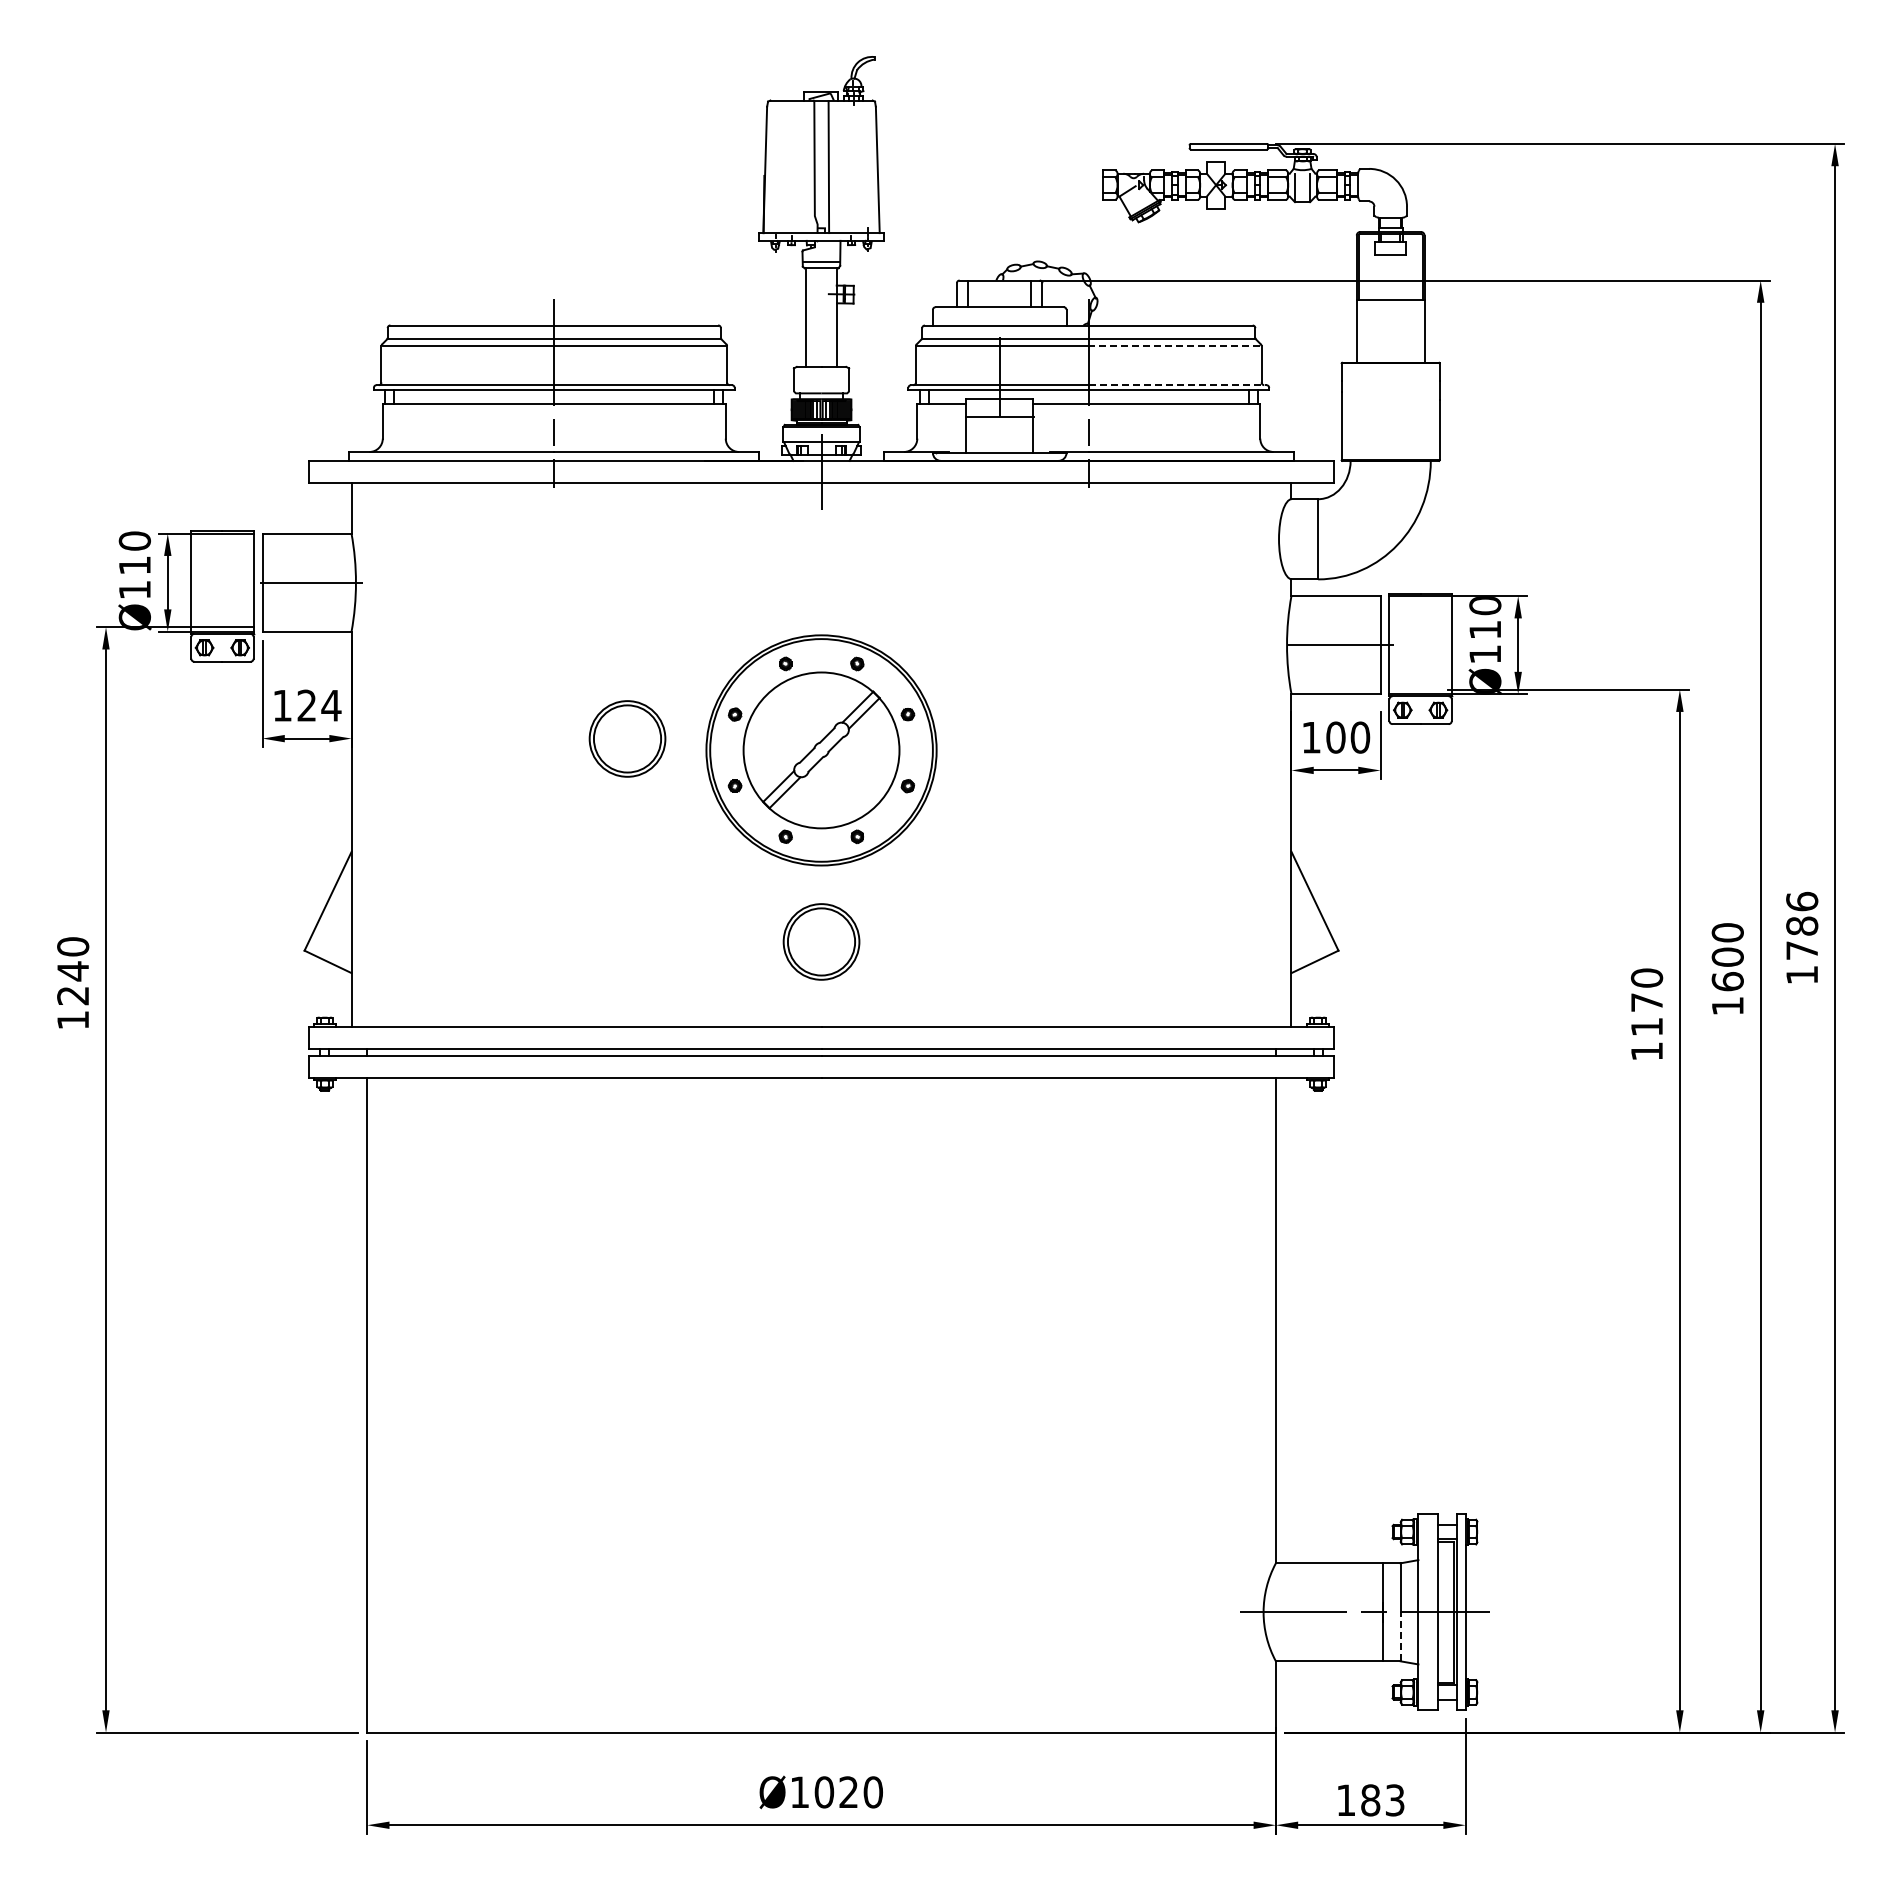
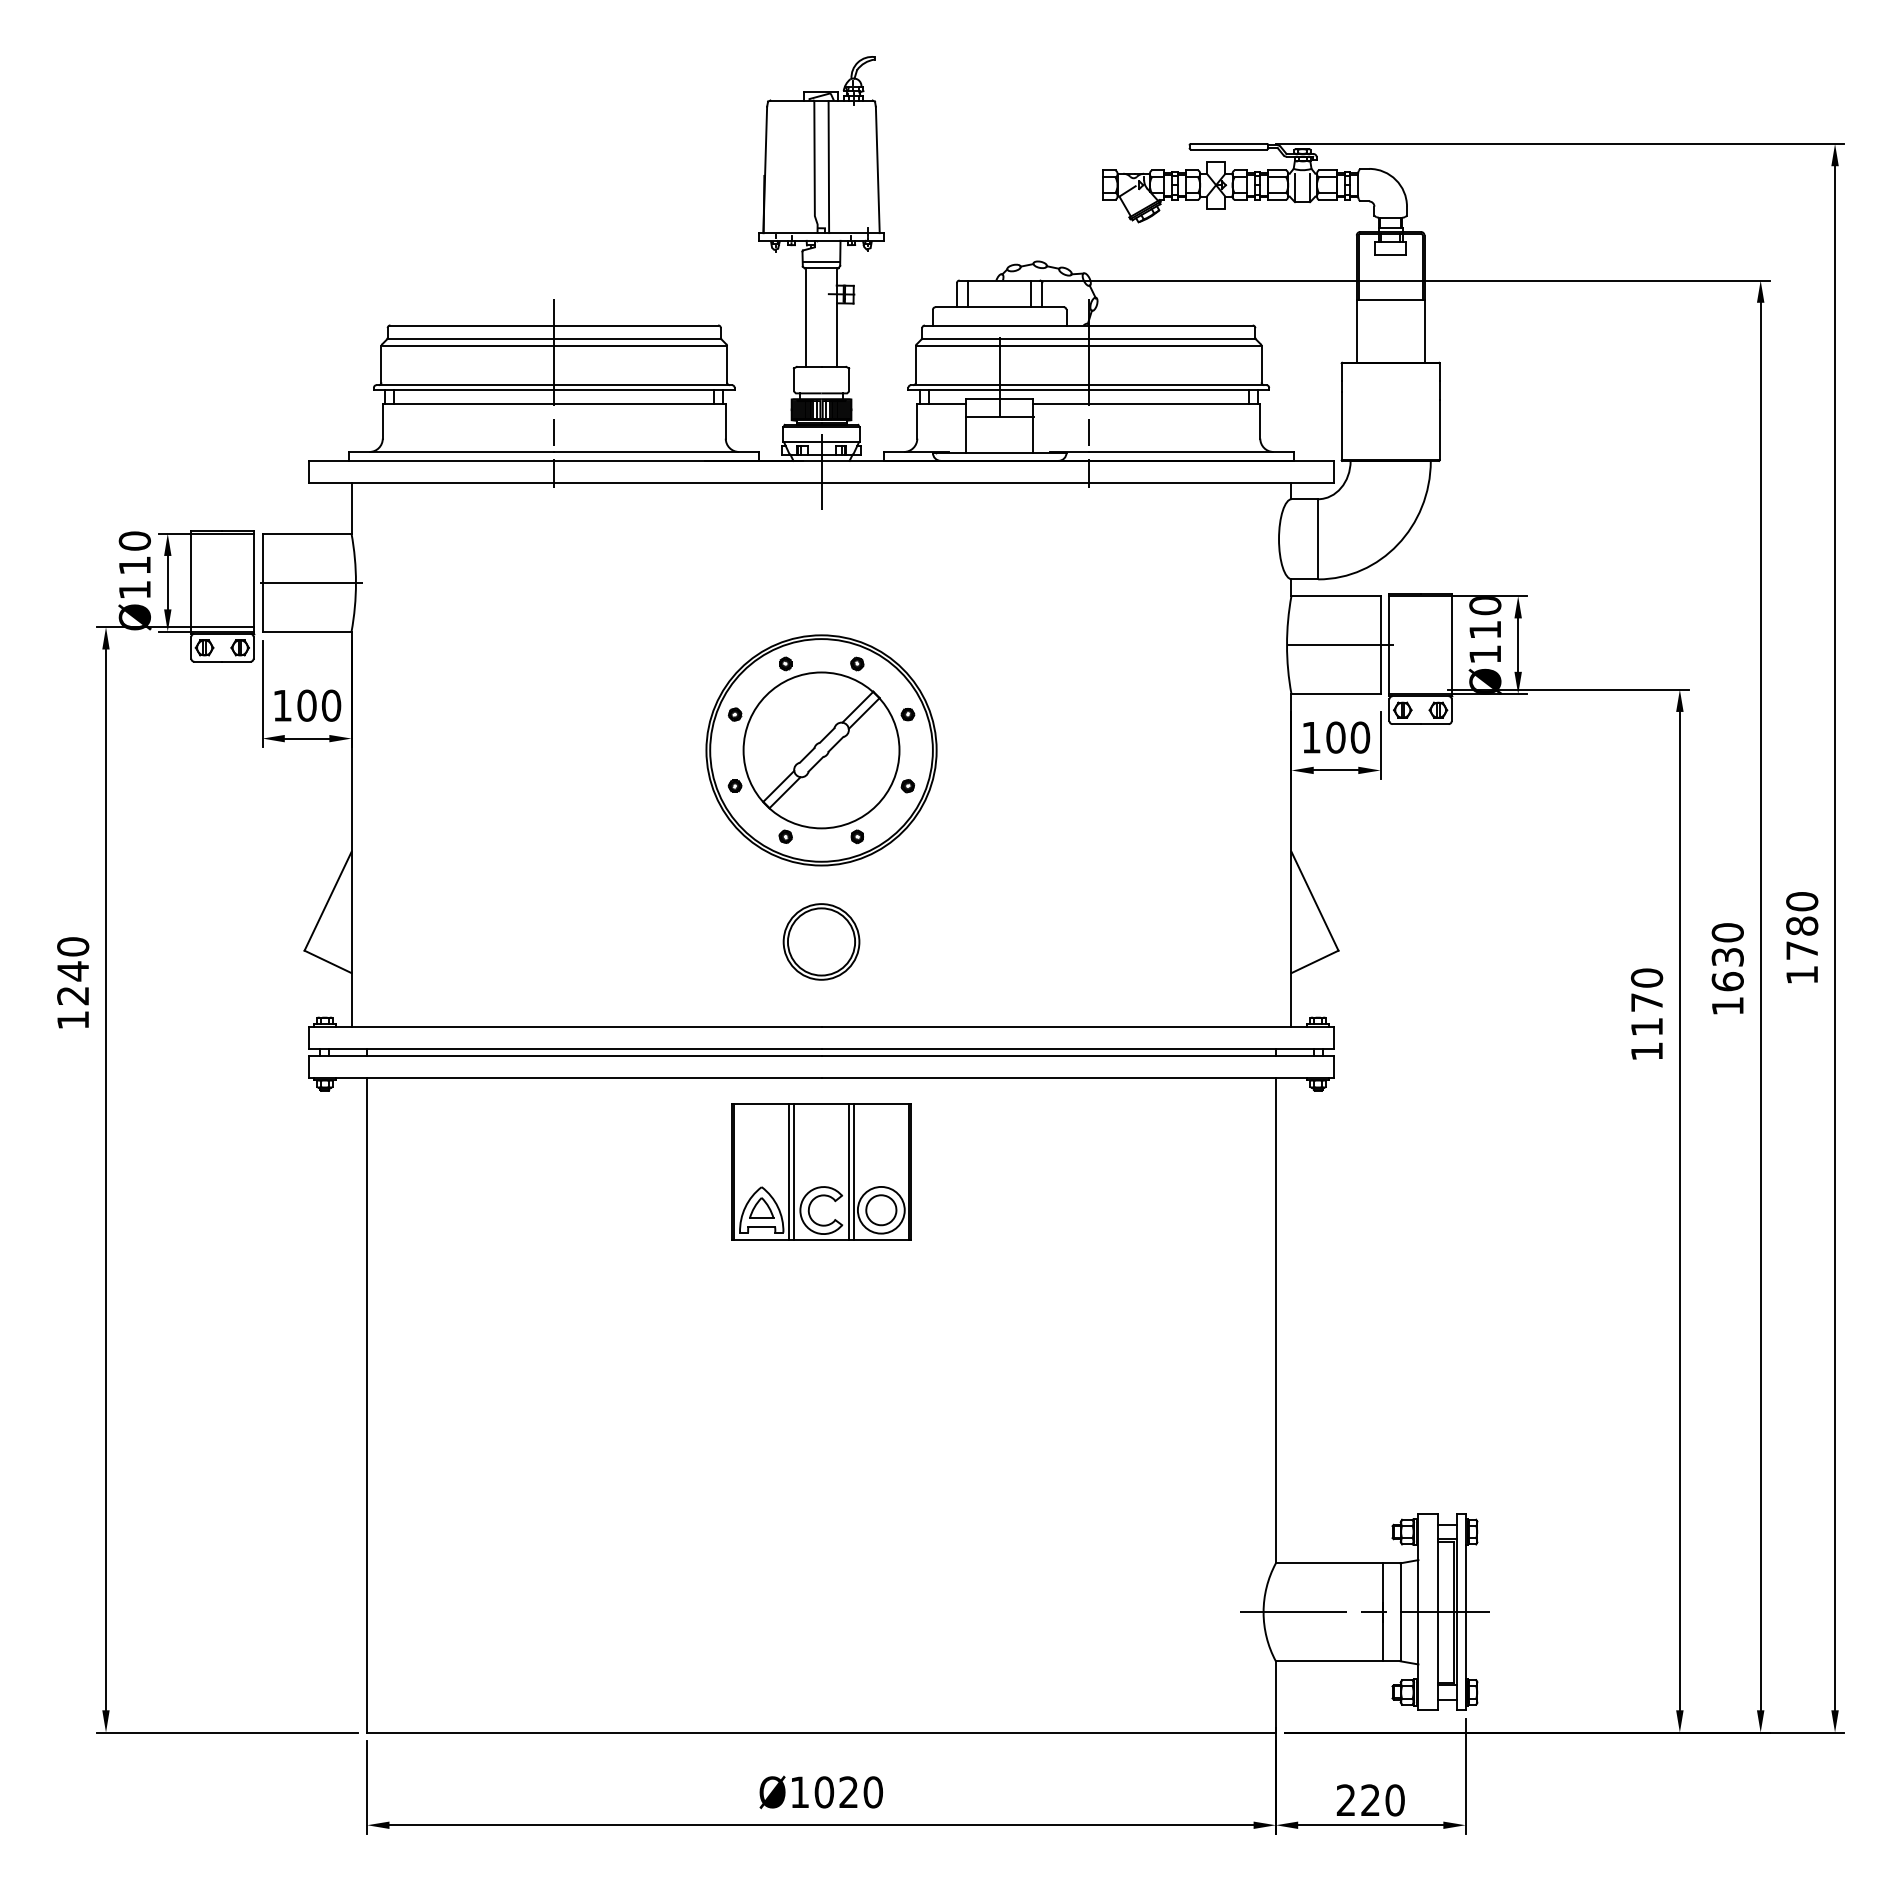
line at (1174, 345): dashed -> solid
line at (1177, 385): dashed -> solid
text at (319, 705): 124 -> 100
part at (627, 738): present -> none
text at (1802, 901): 1786 -> 1780
text at (1727, 956): 1600 -> 1630
part at (821, 1171): none -> present
line at (1400, 1636): dashed -> solid
text at (1370, 1800): 183 -> 220
